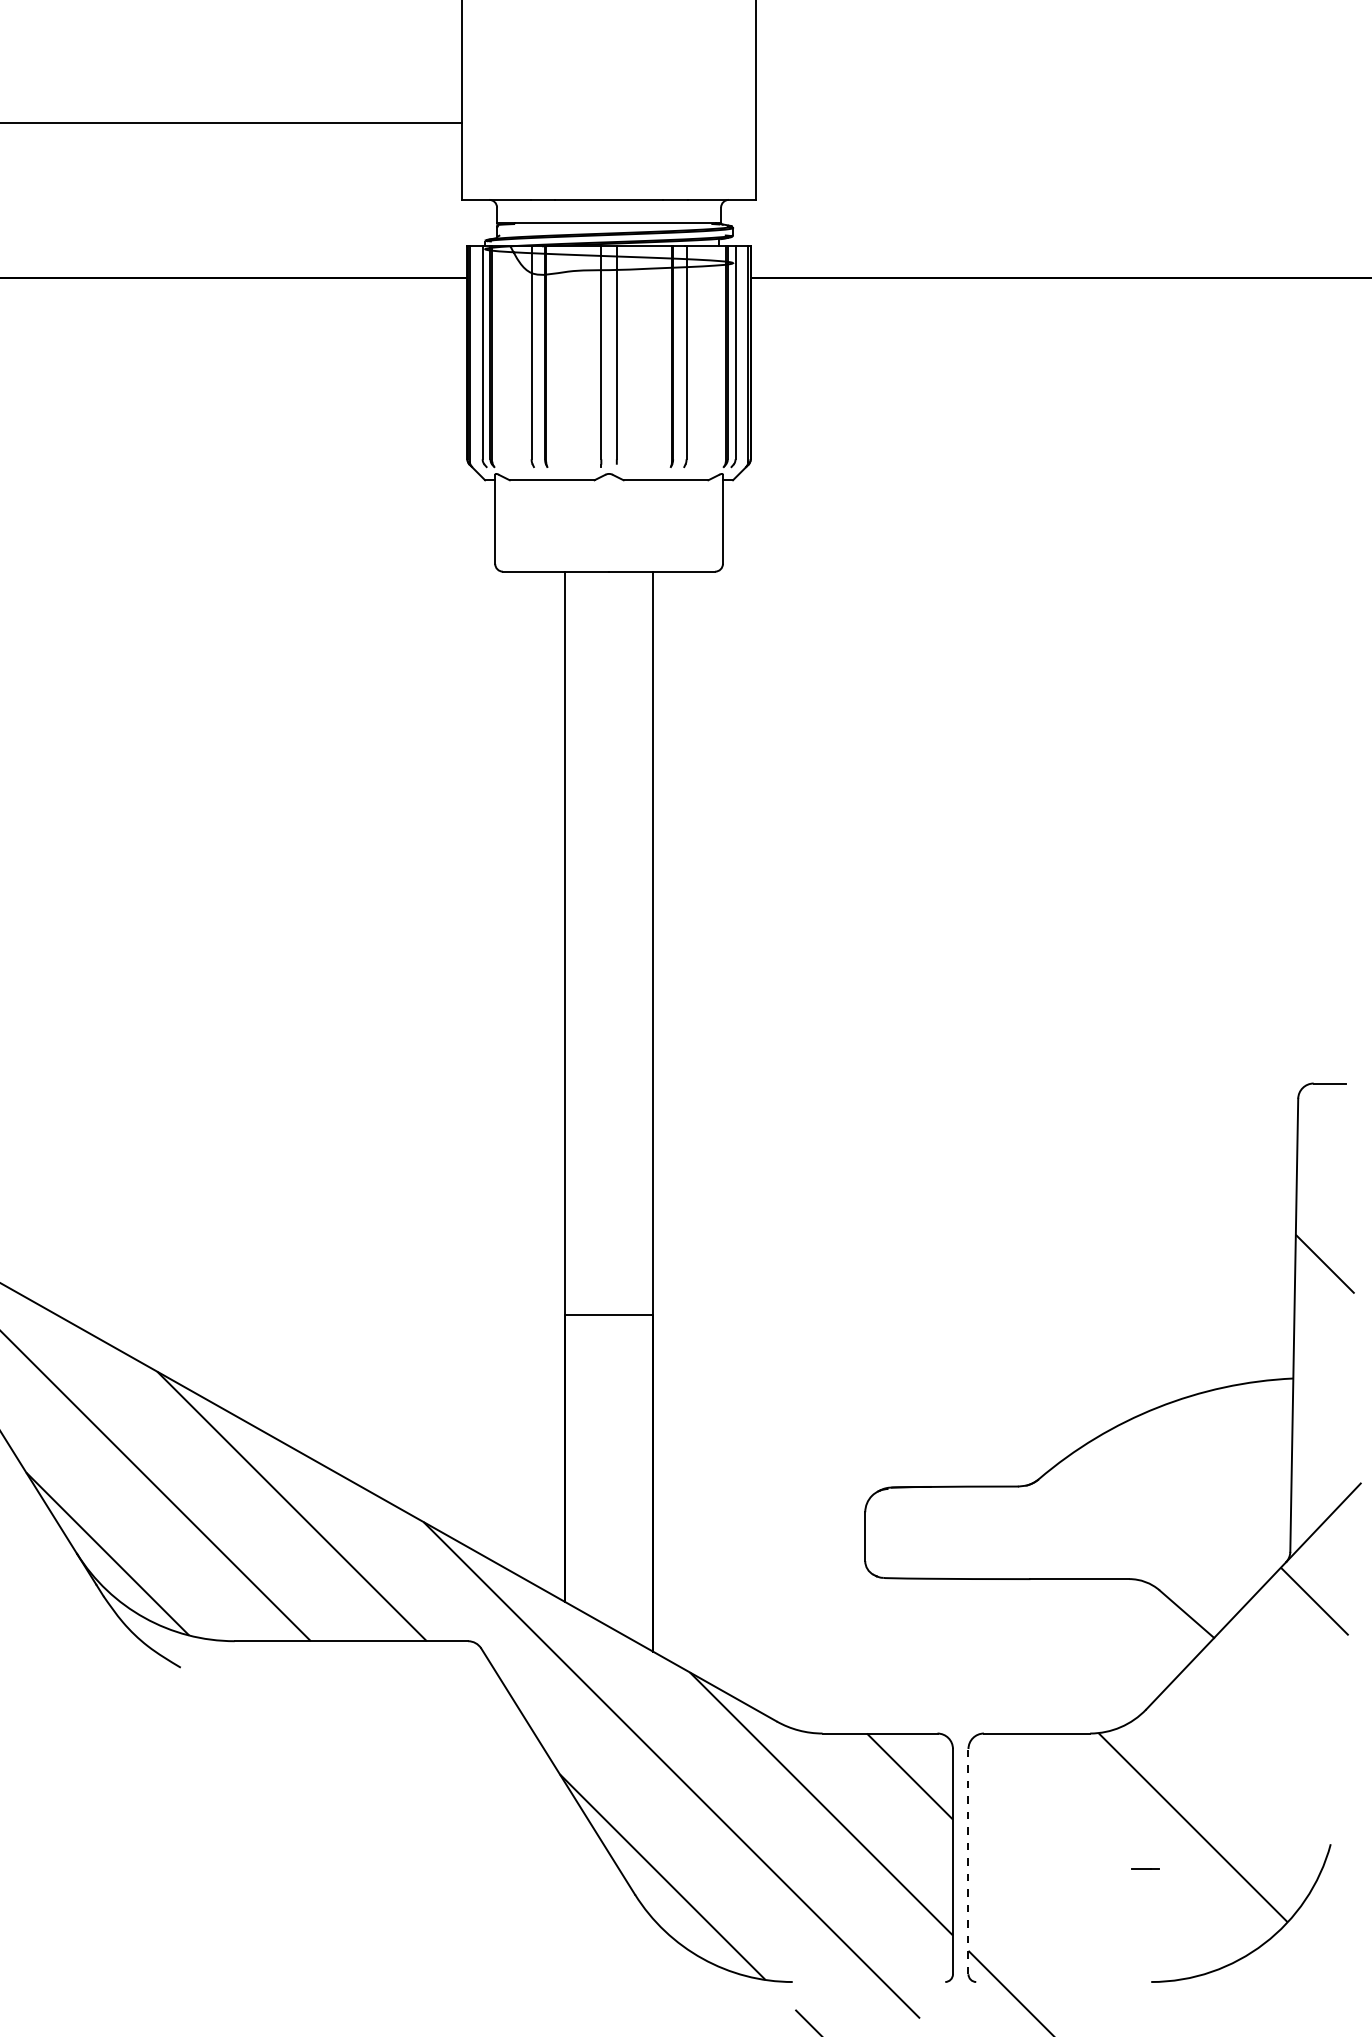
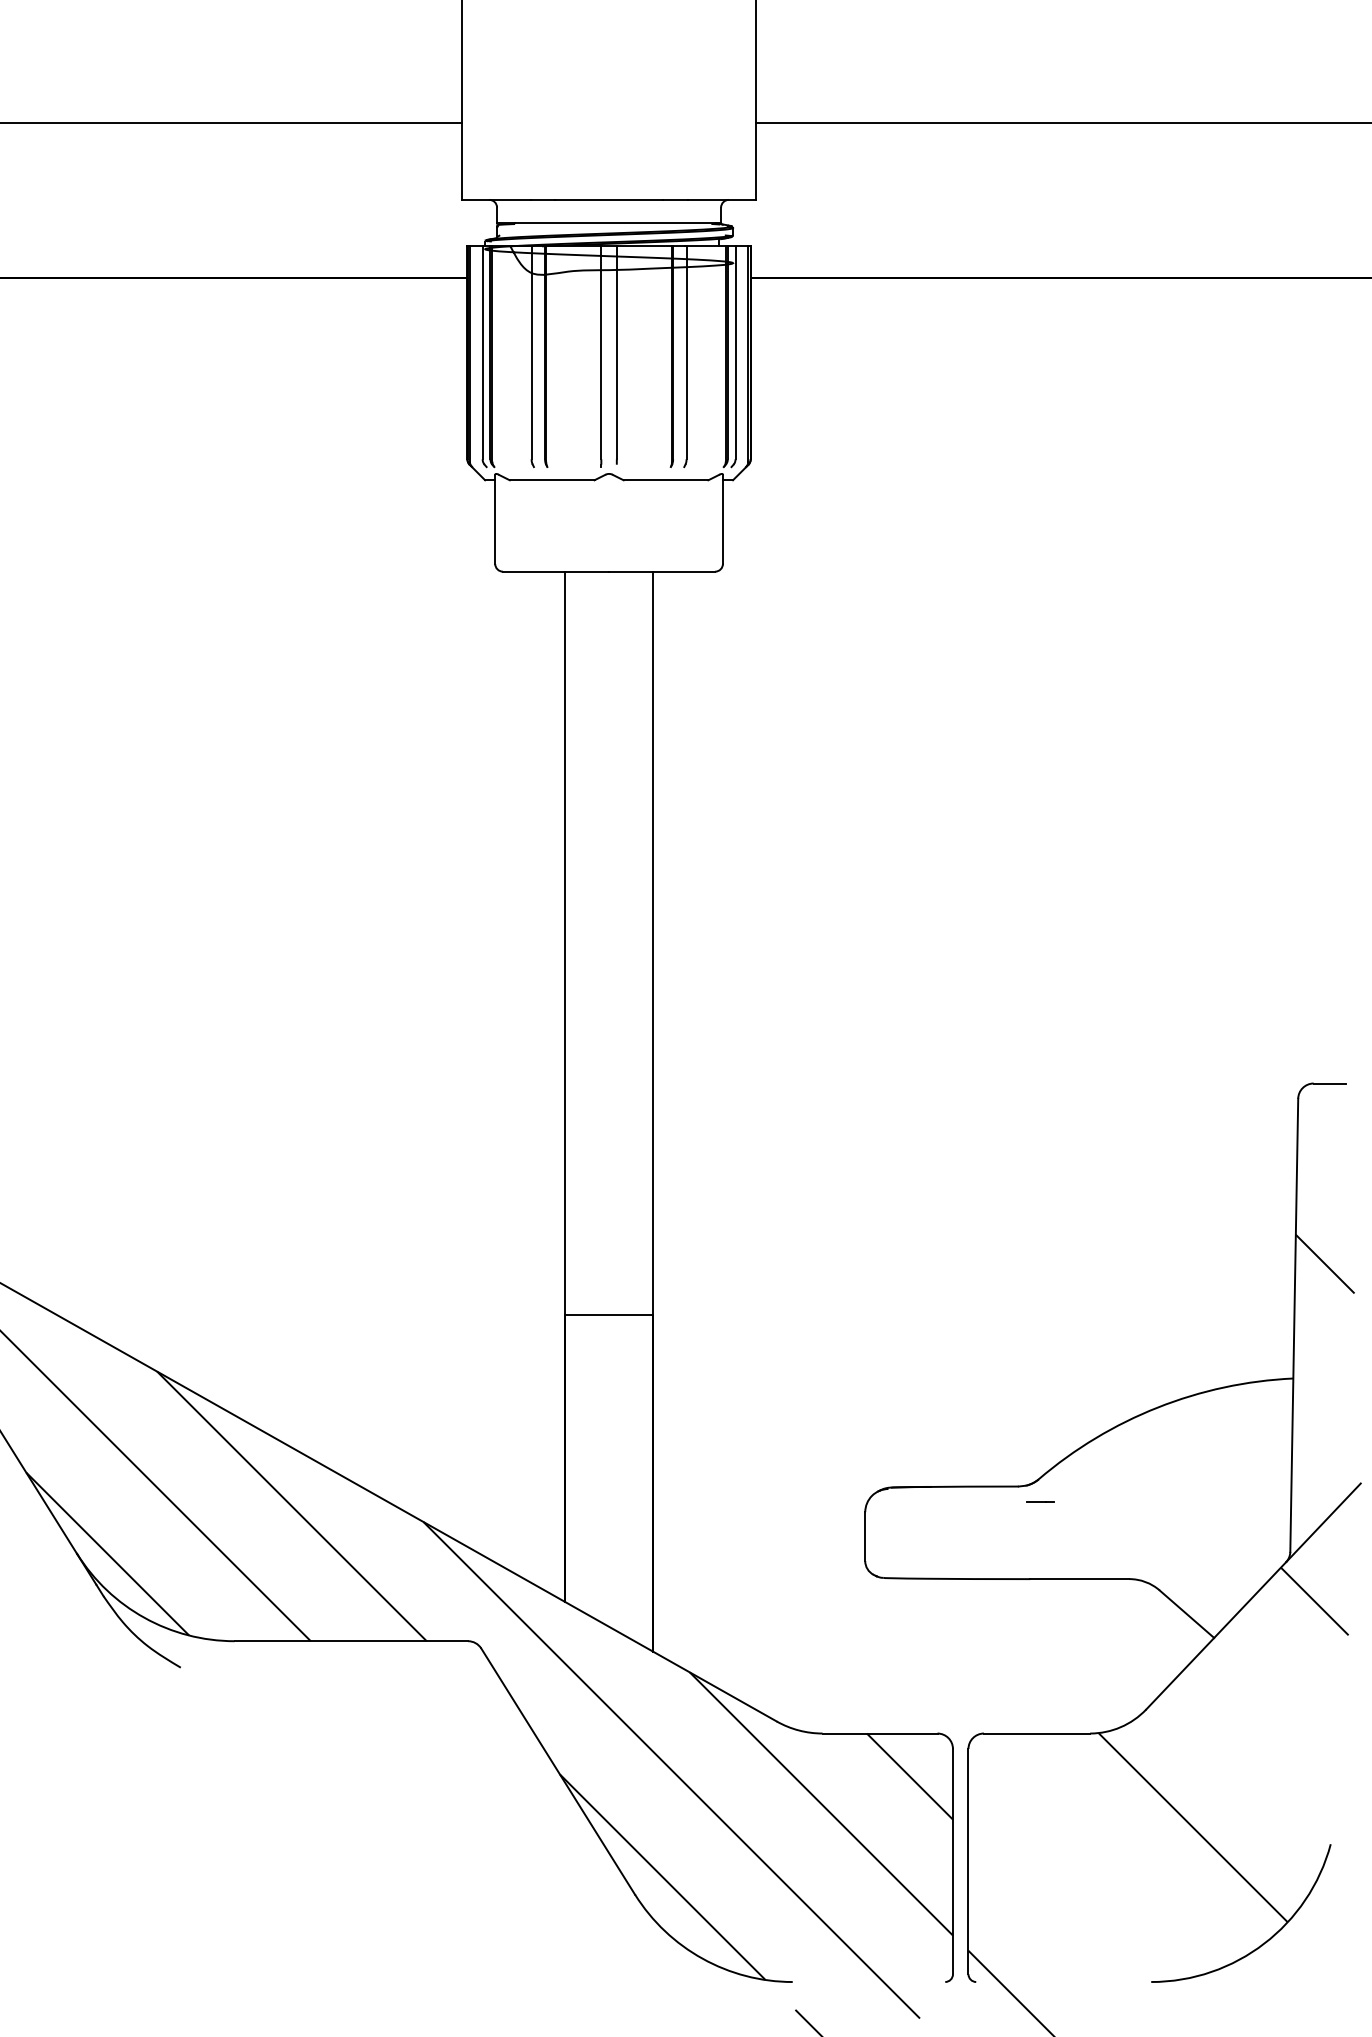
line at (1062, 123): none -> present
line at (968, 1861): dashed -> solid
line at (1145, 1868) position: (1145, 1868) -> (1040, 1501)
